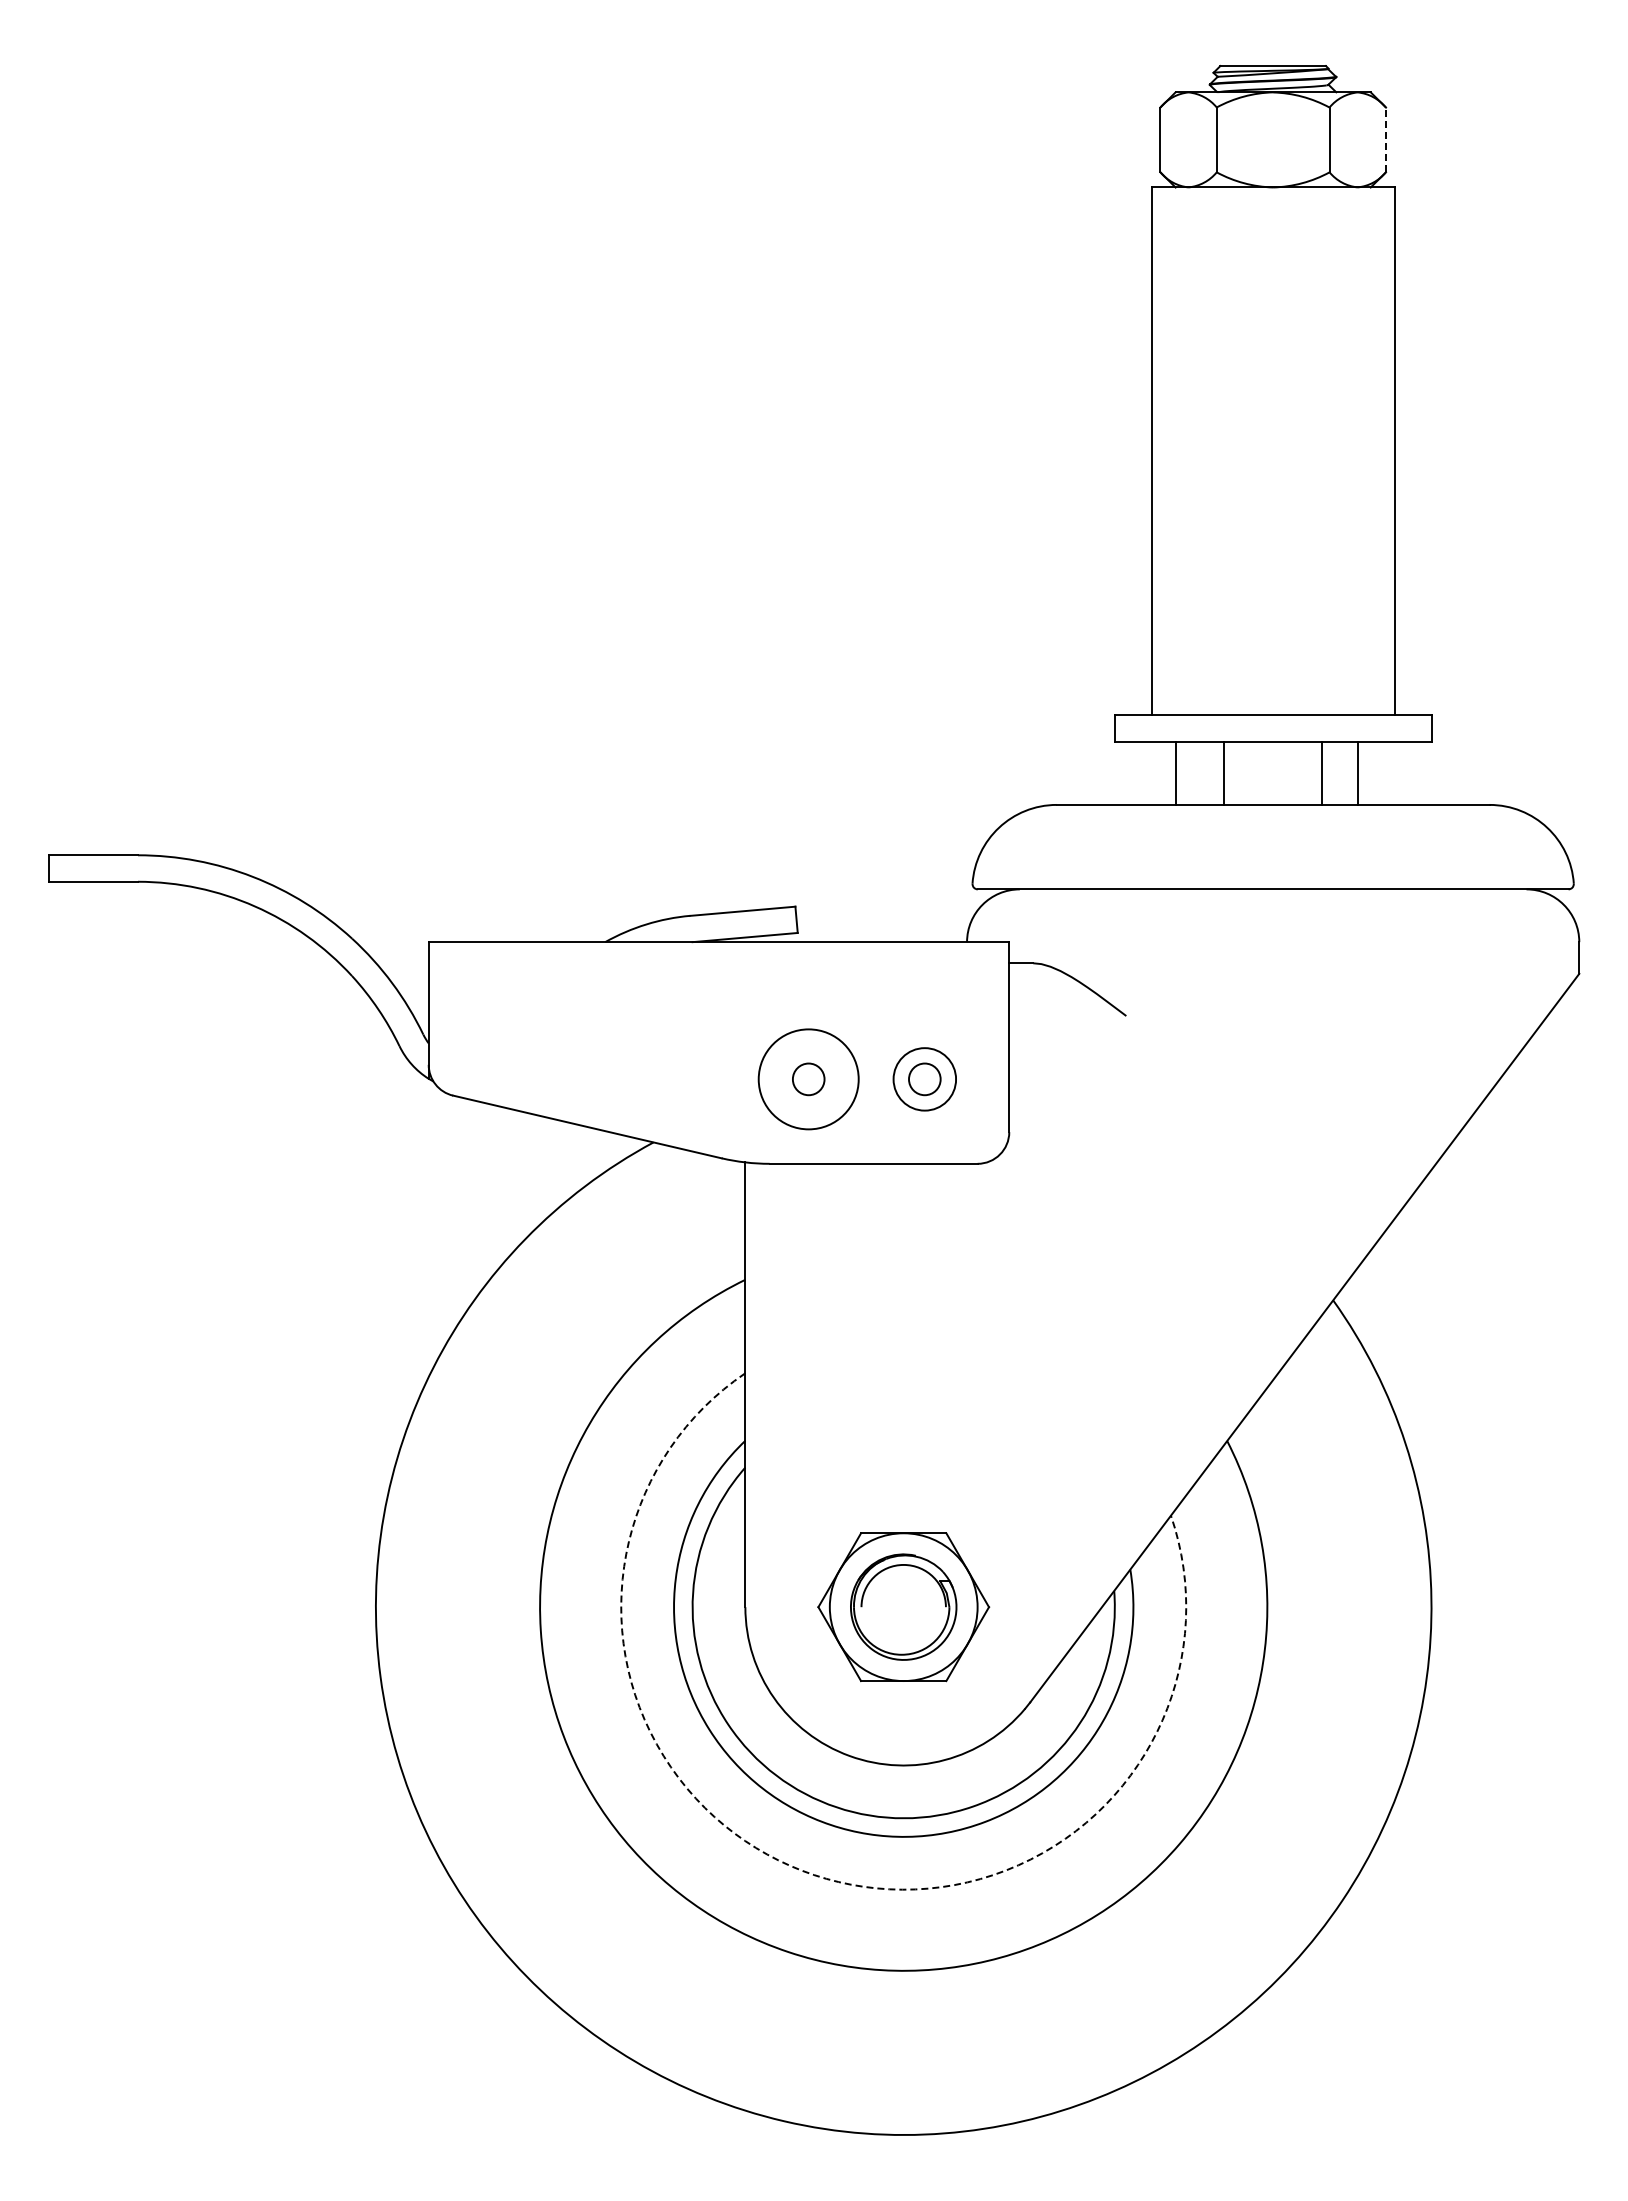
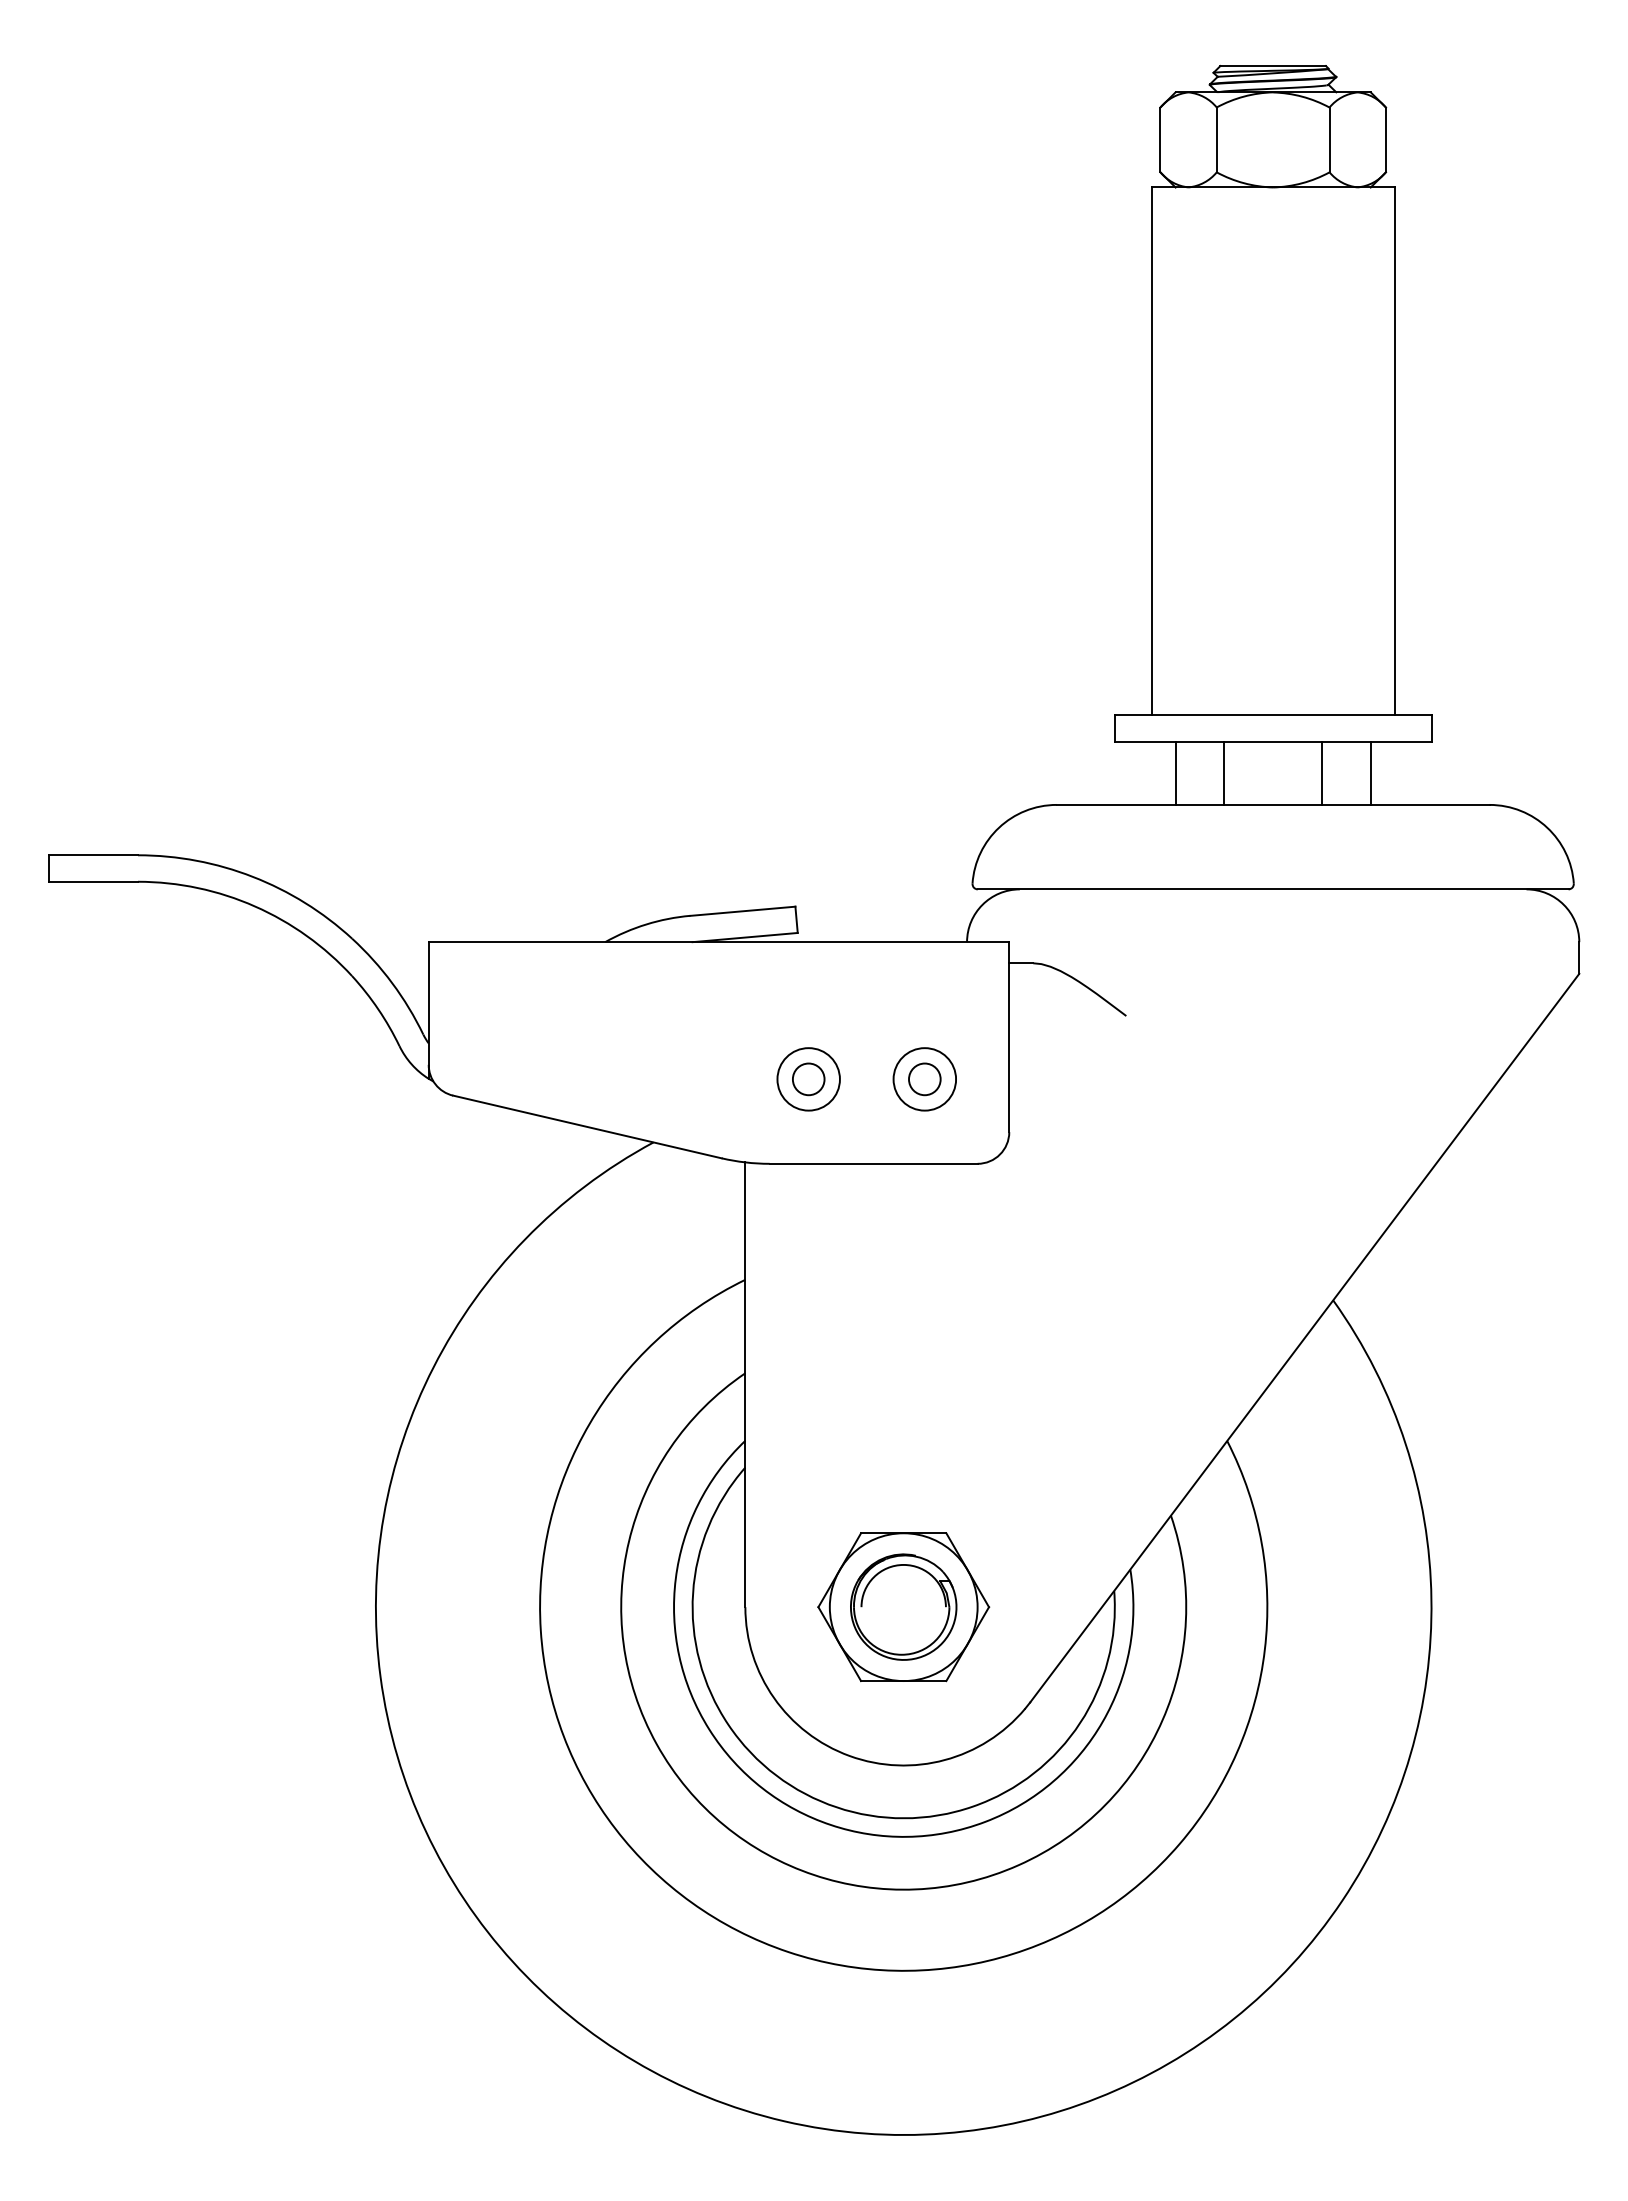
line at (1385, 139): dashed -> solid
line at (1357, 772) position: (1357, 772) -> (1370, 772)
circle at (808, 1079) diameter: 100 px -> 62 px
arc at (814, 1875): dashed -> solid
